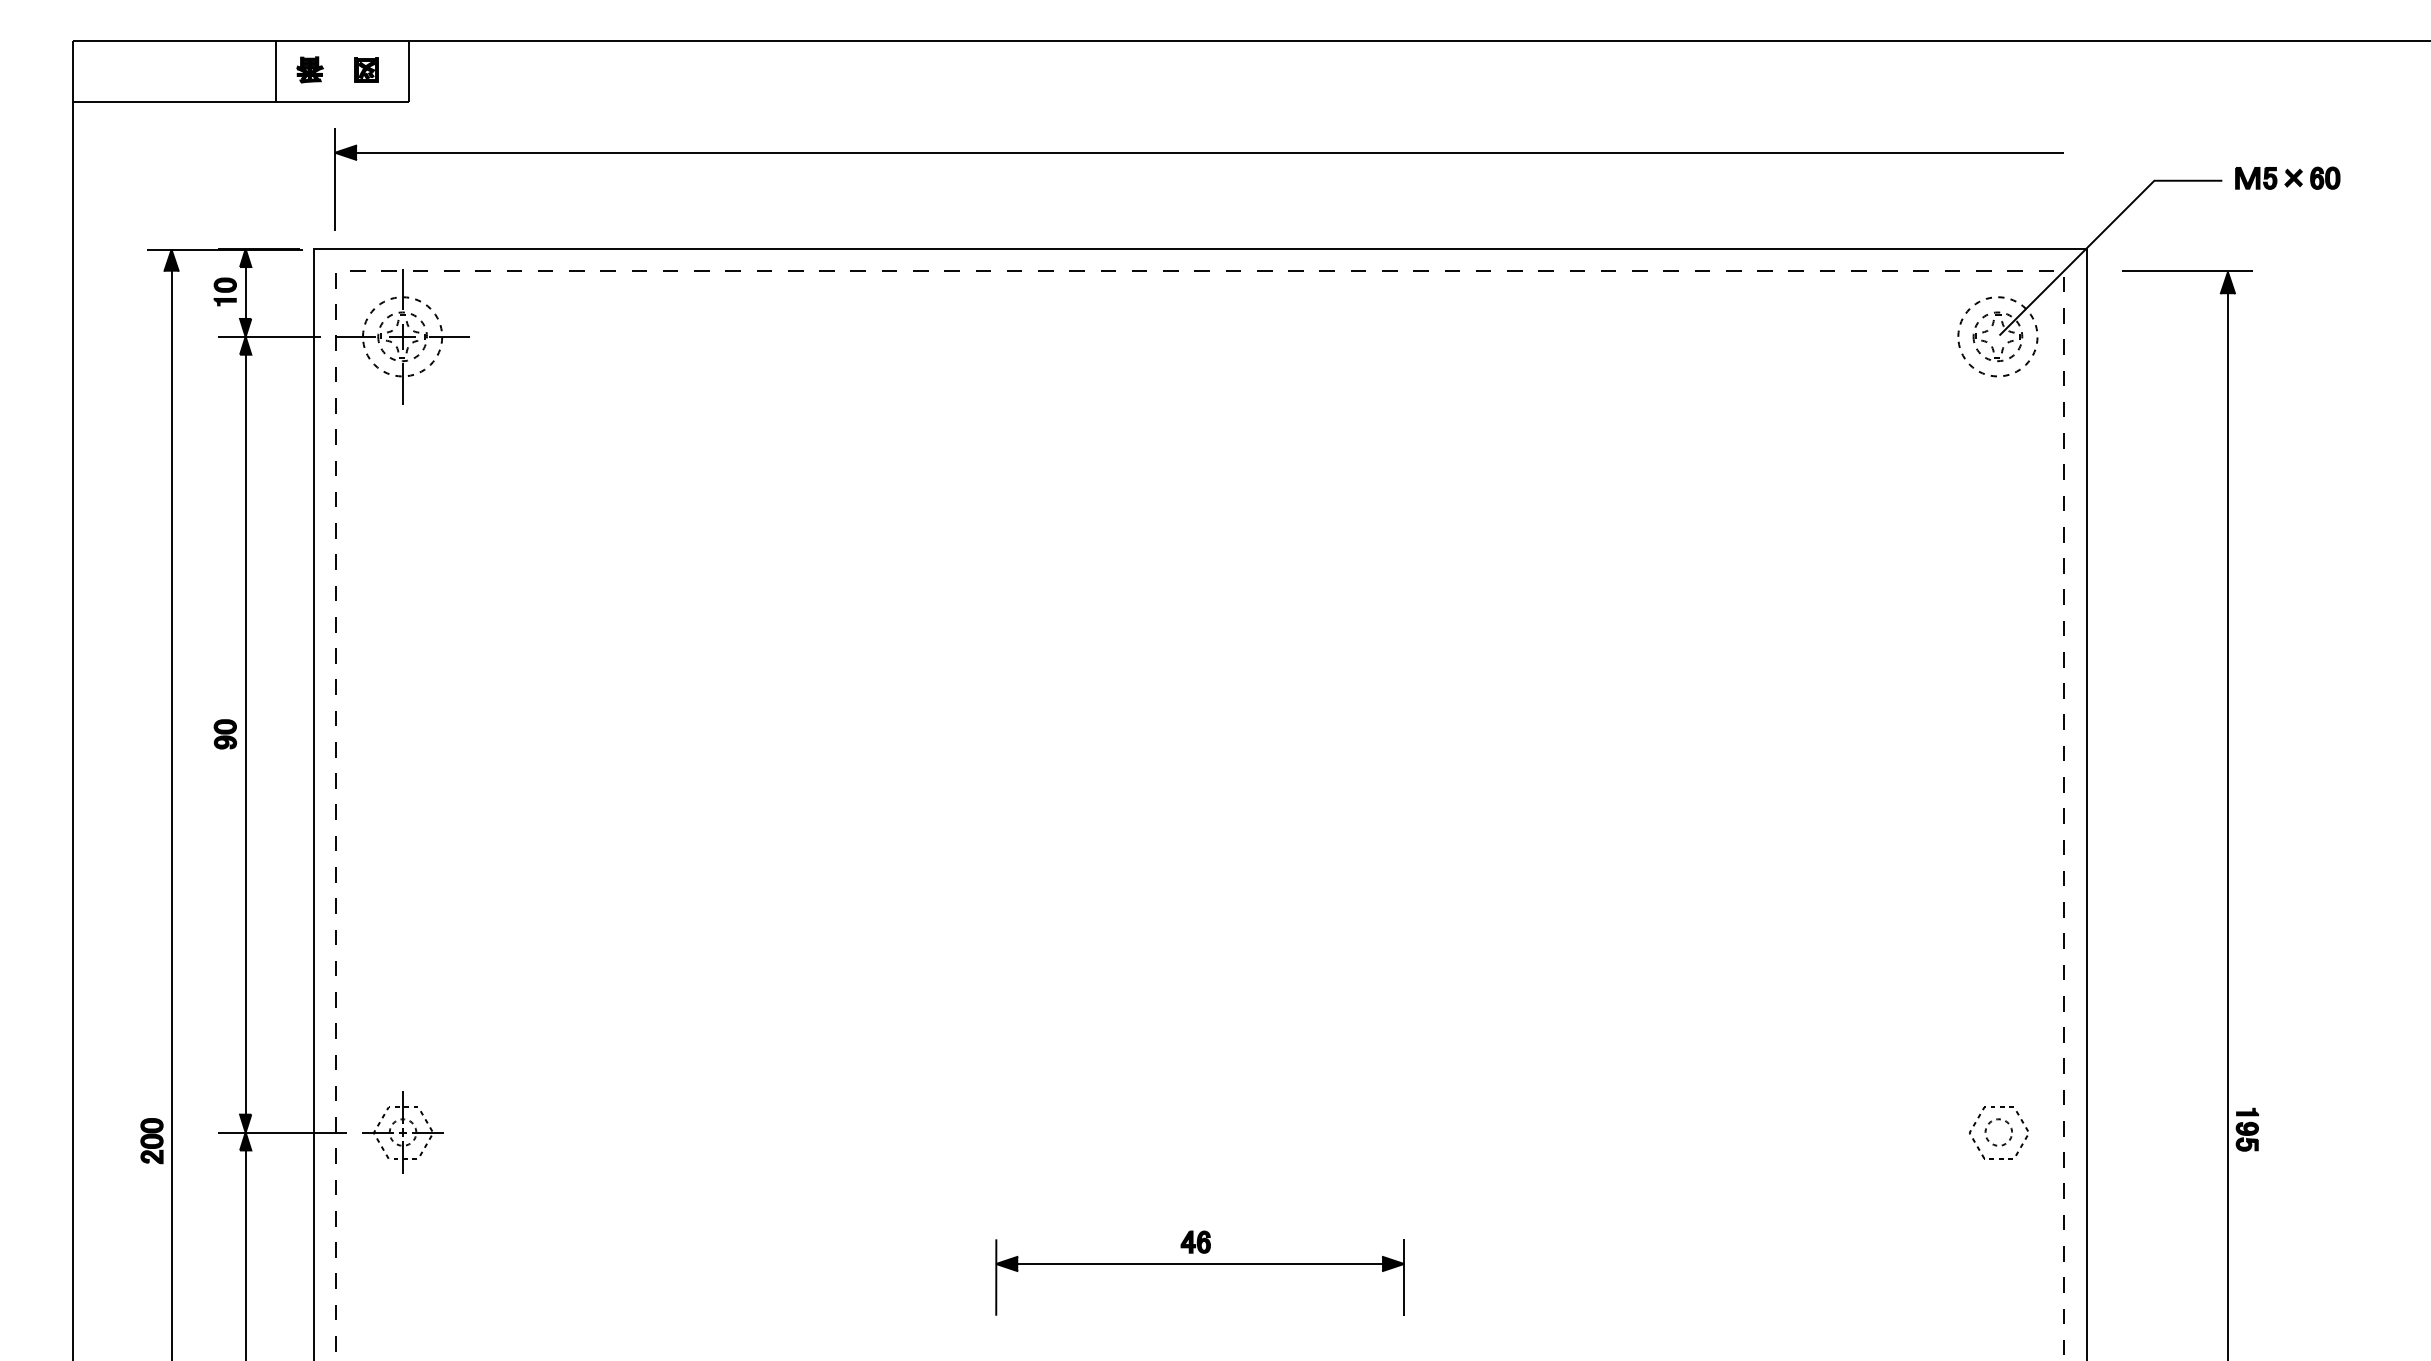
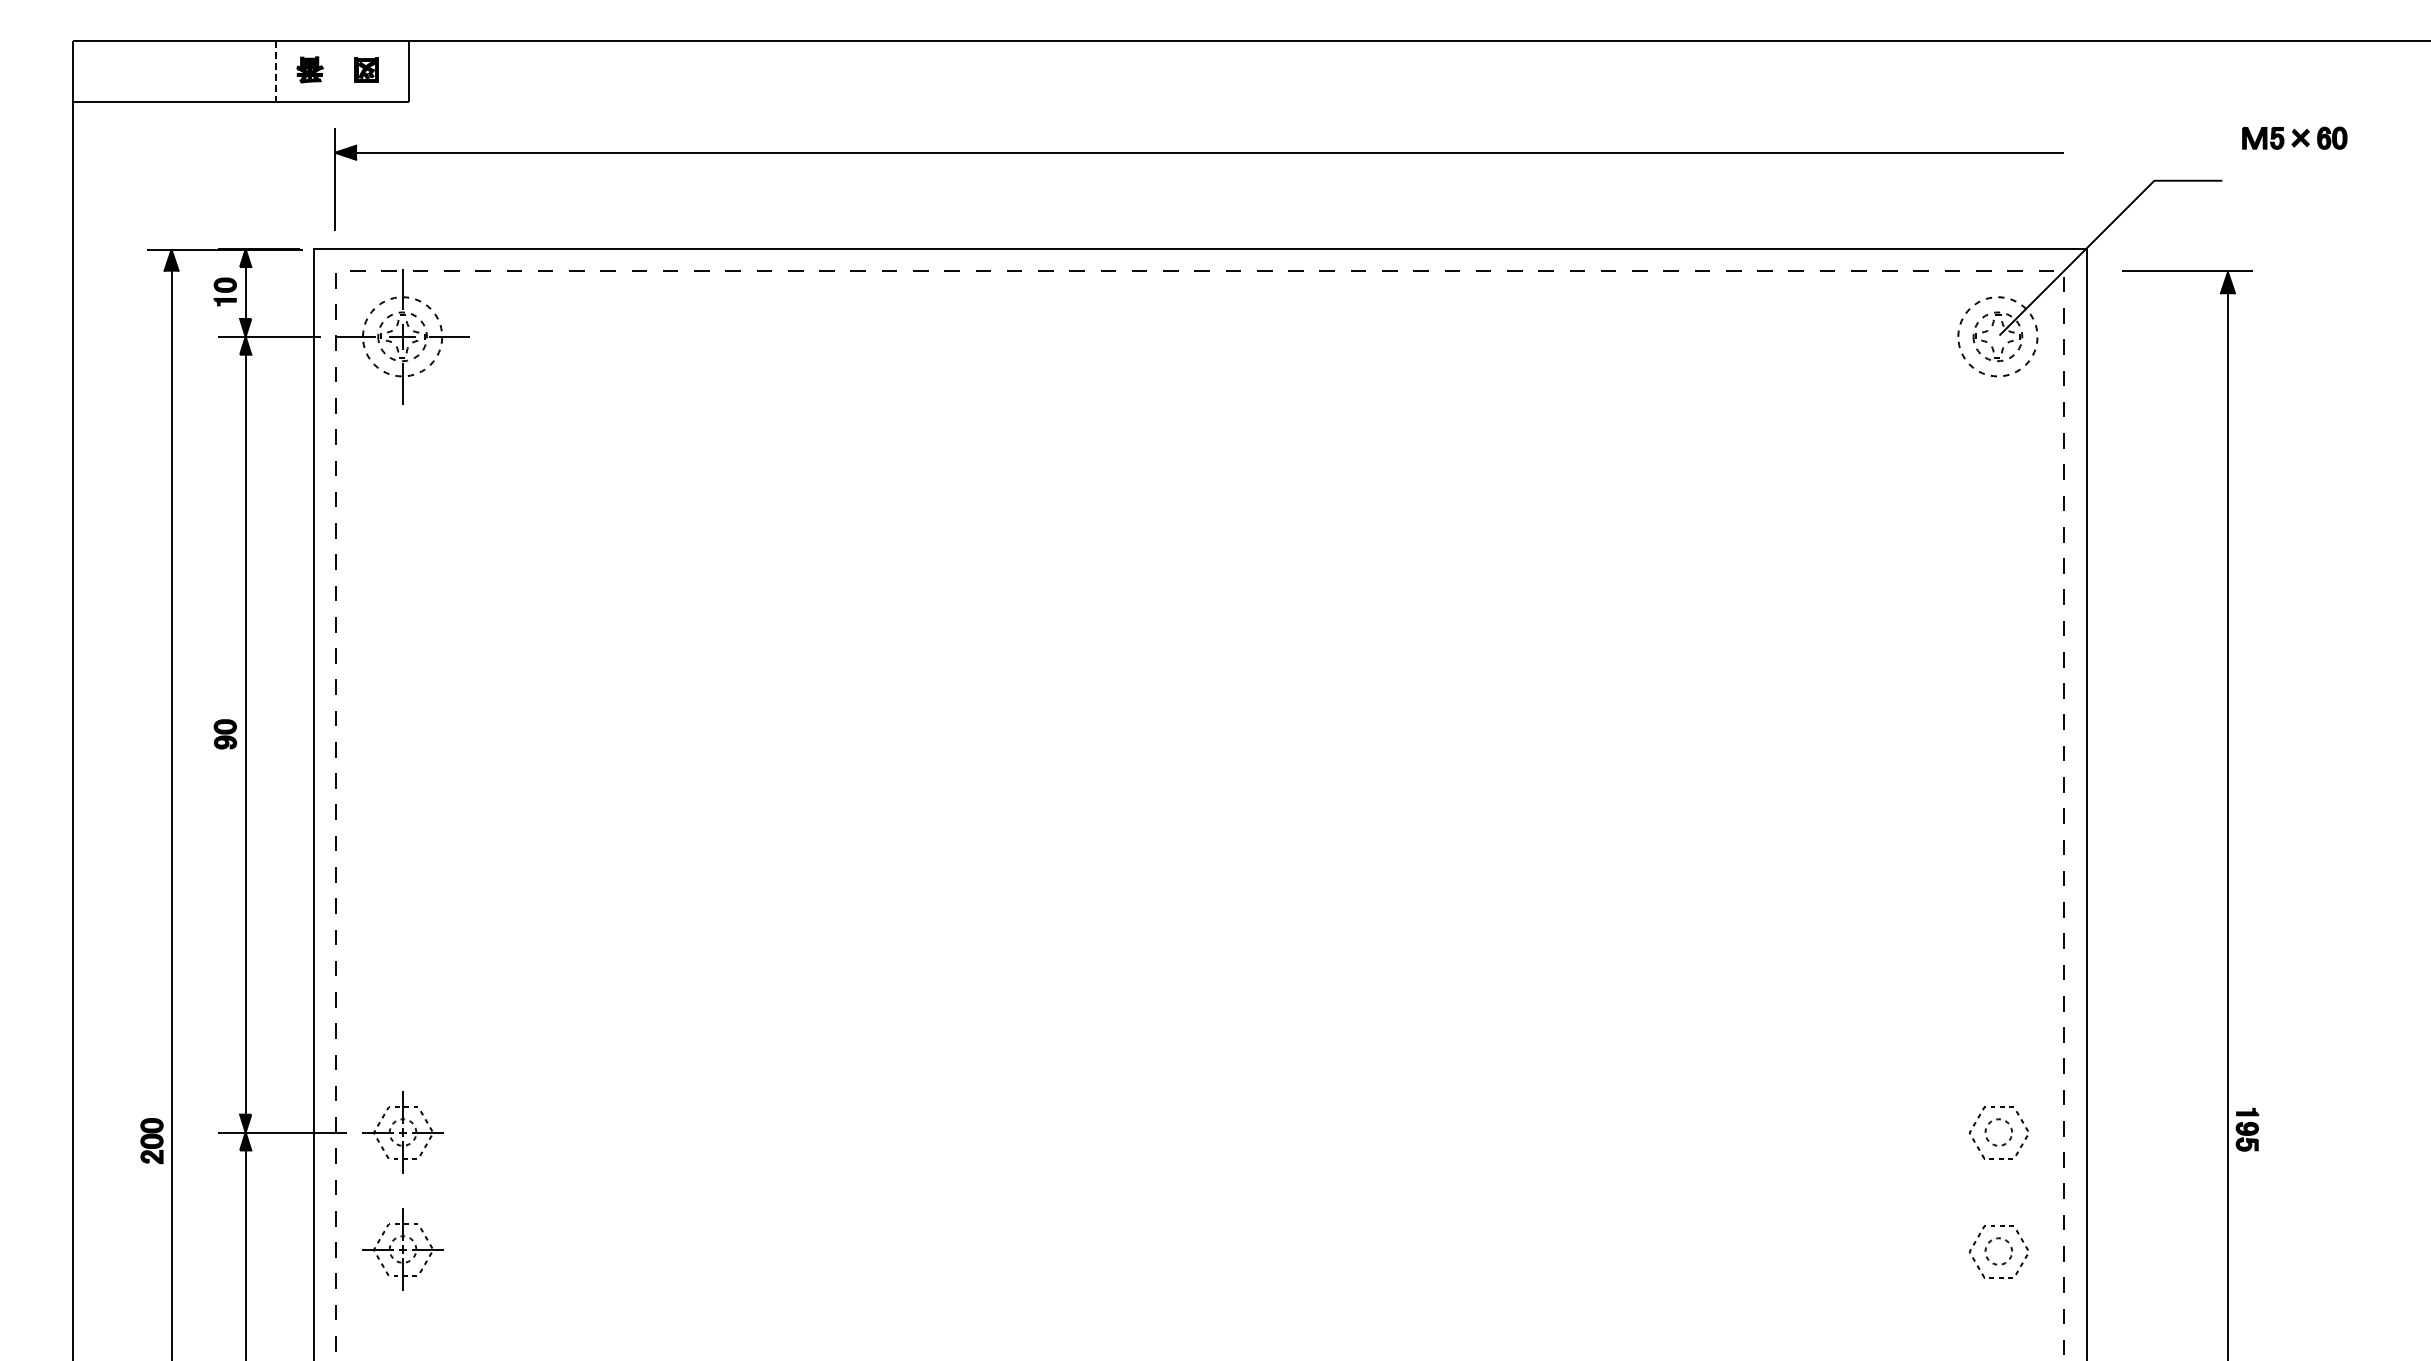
line at (276, 71): solid -> dashed
part at (2287, 177) position: (2287, 177) -> (2294, 137)
part at (1998, 1239): none -> present
part at (402, 1249): none -> present
part at (1199, 1264): present -> none
